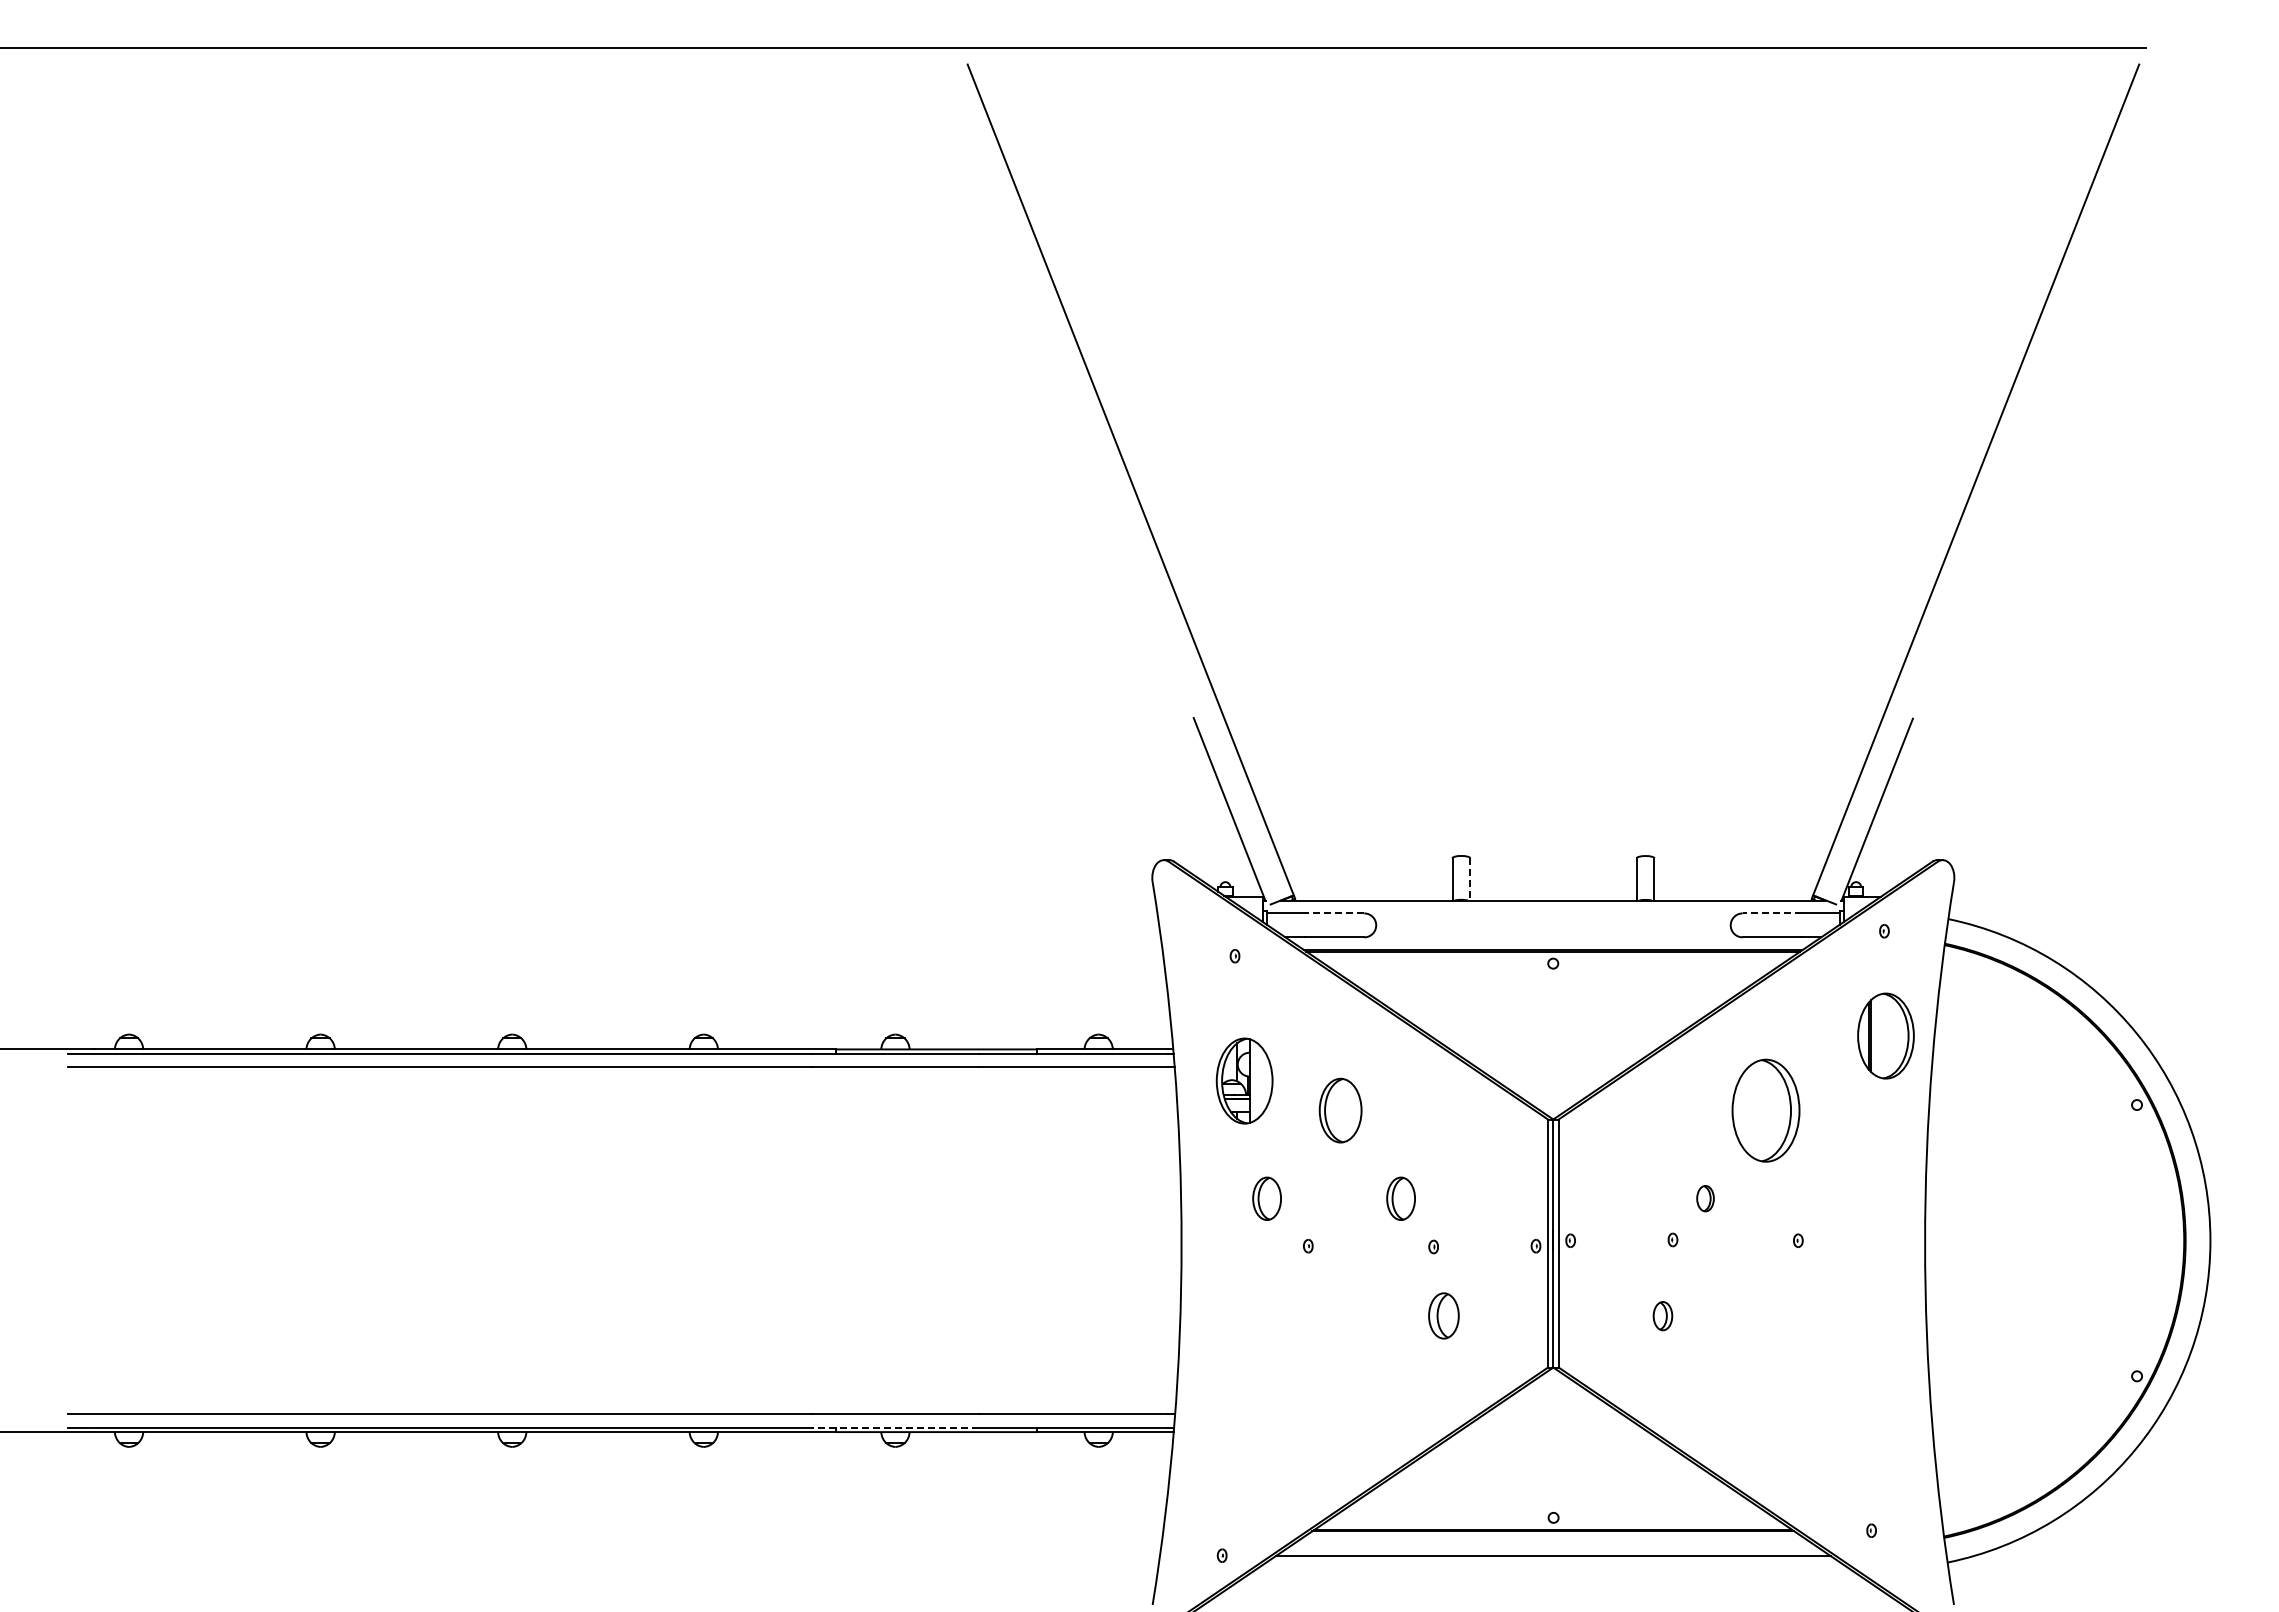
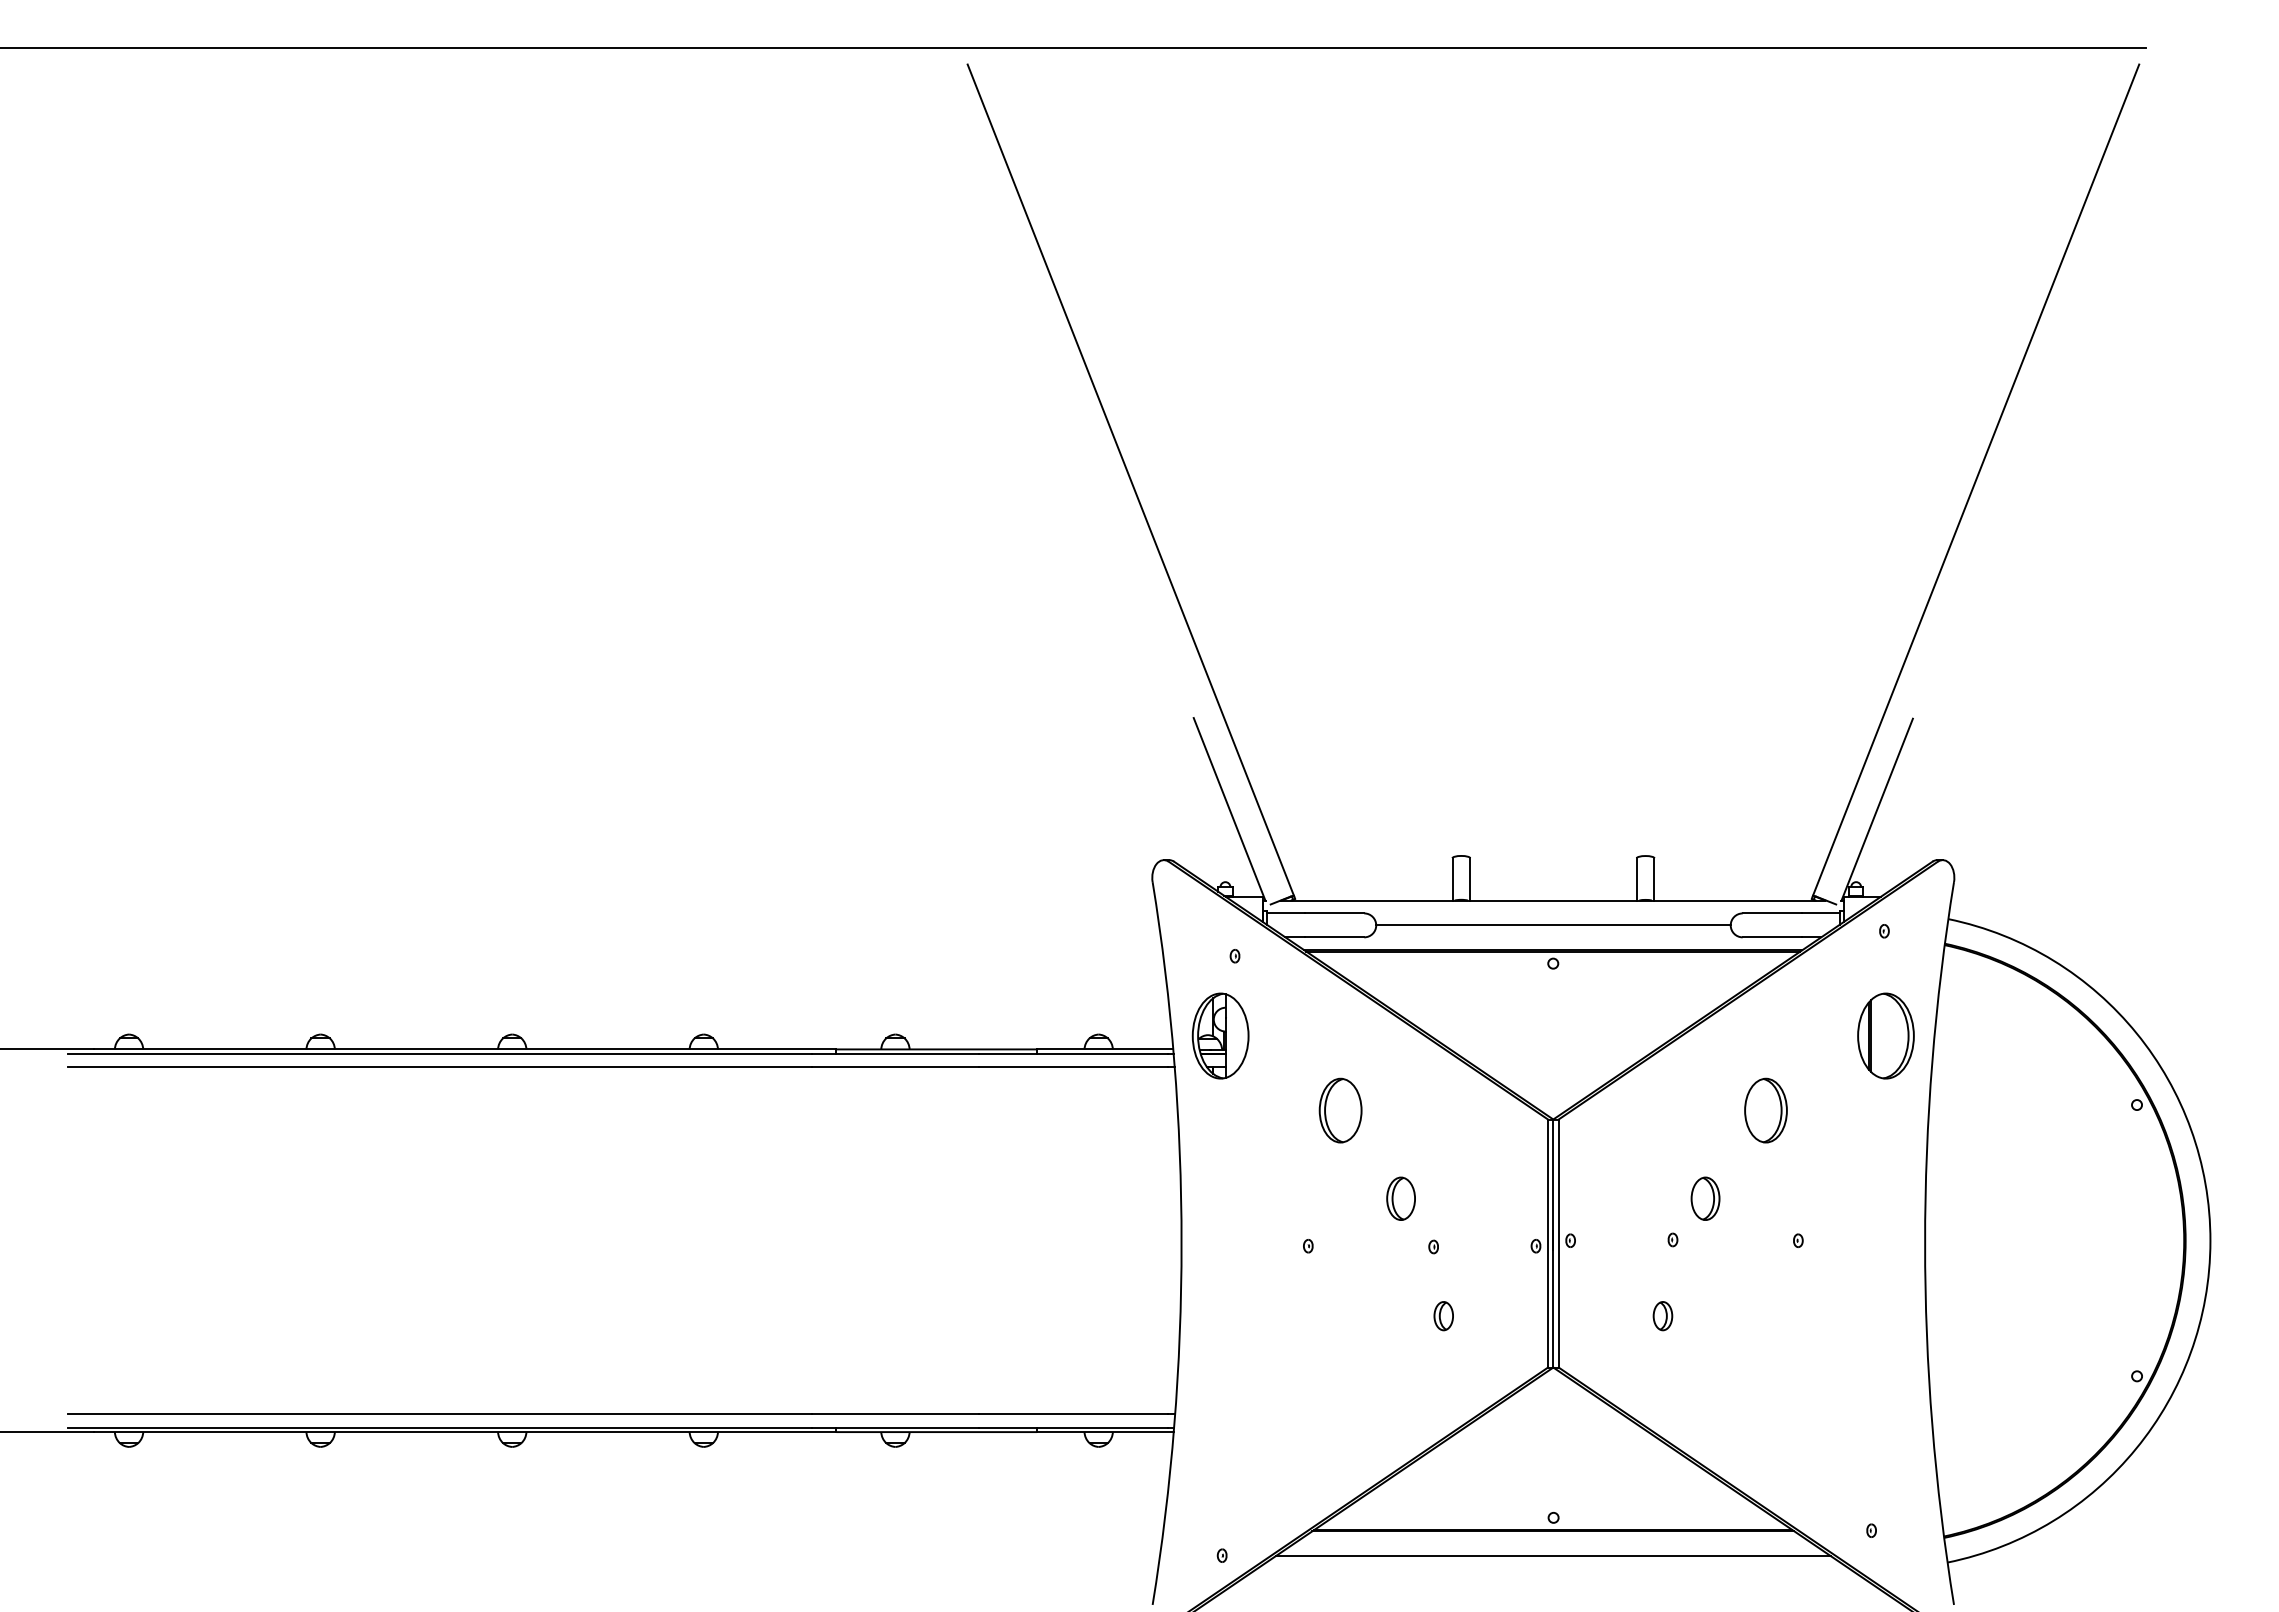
line at (1470, 879): dashed -> solid
line at (1334, 913): dashed -> solid
line at (1772, 913): dashed -> solid
line at (1553, 925): none -> present
part at (1244, 1080) position: (1244, 1080) -> (1220, 1035)
part at (1765, 1110) size: 70x105 px -> 44x67 px
part at (1266, 1198): present -> none
part at (1705, 1198) size: 19x28 px -> 31x45 px
part at (1443, 1315) size: 32x48 px -> 21x31 px
line at (895, 1427): dashed -> solid
